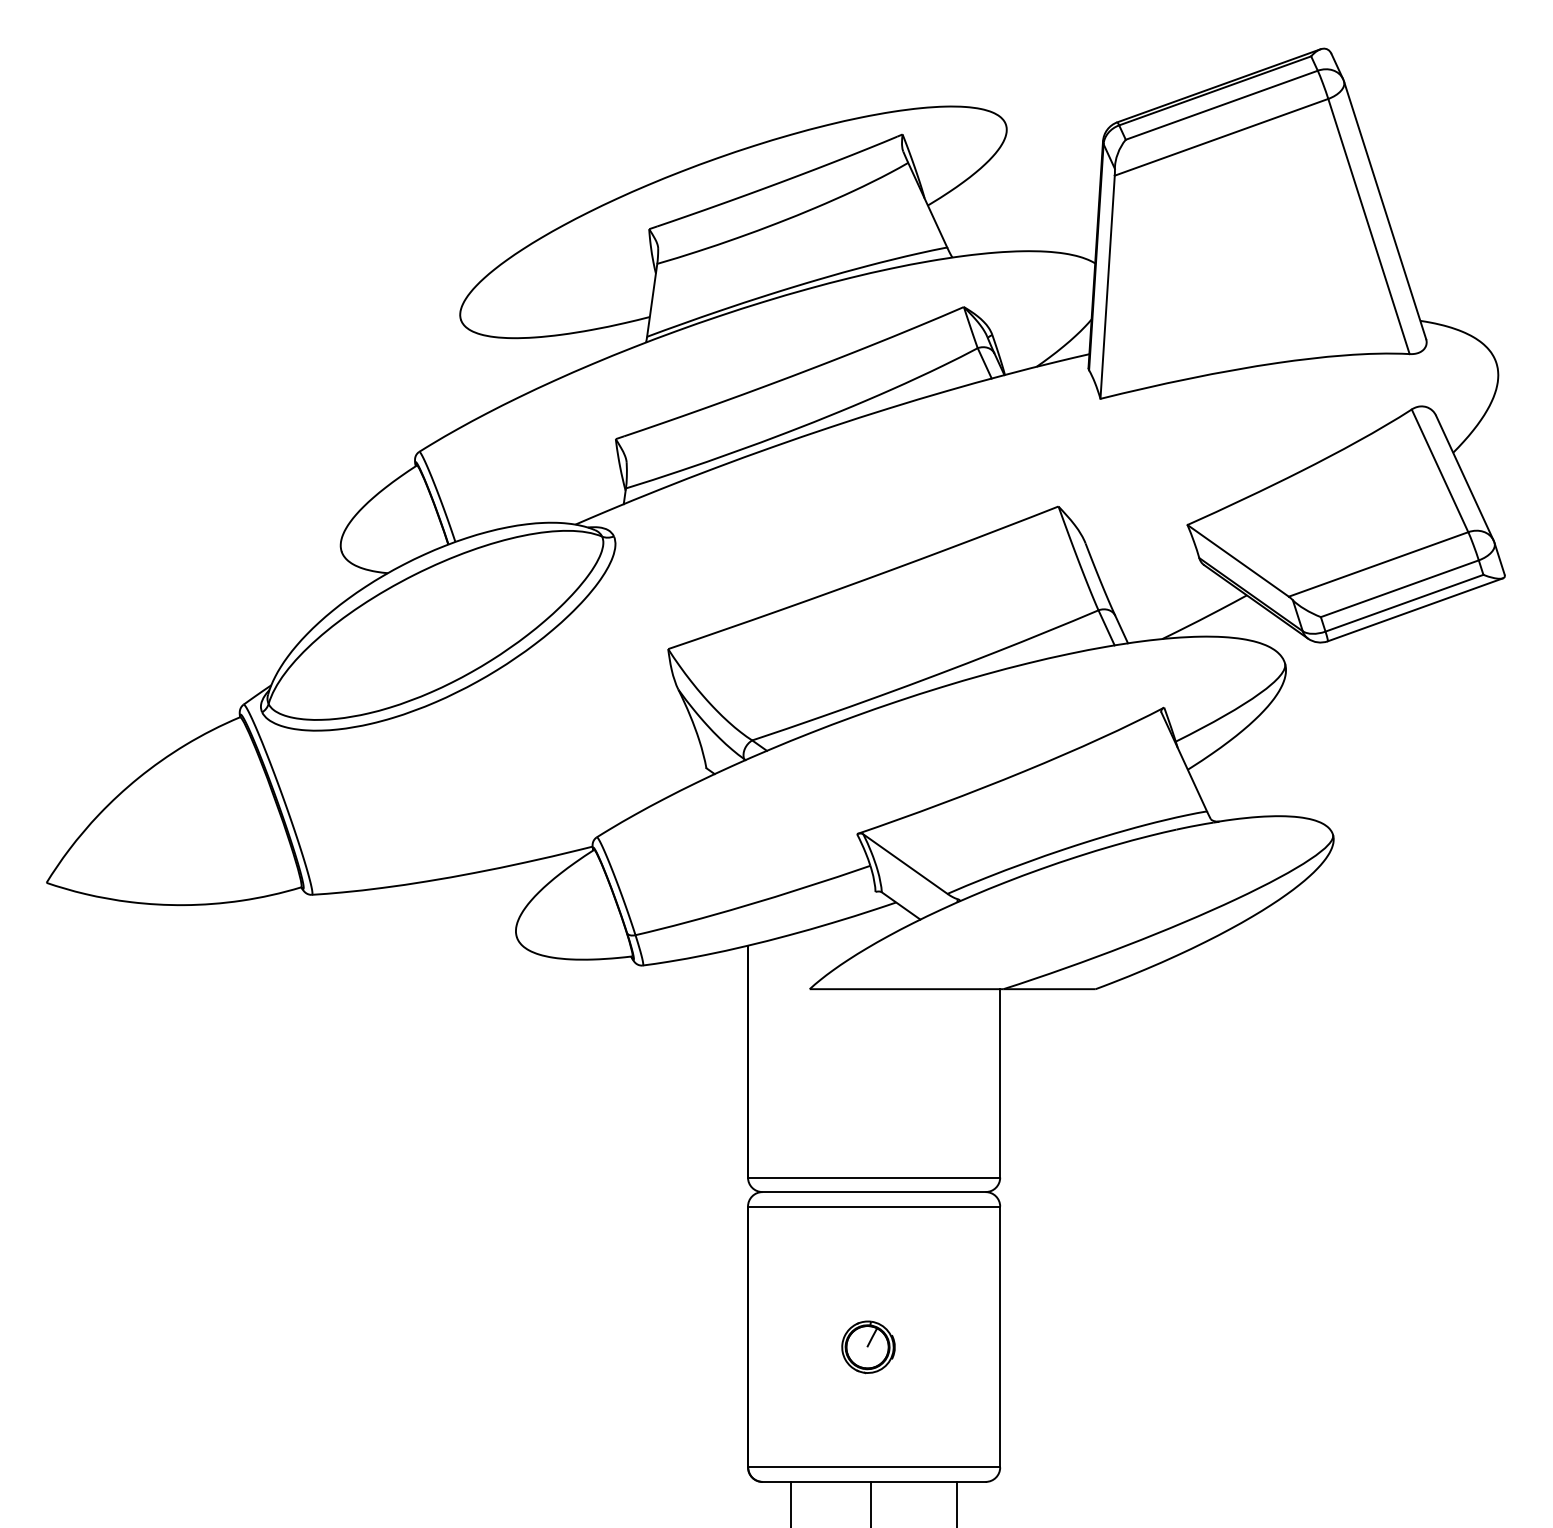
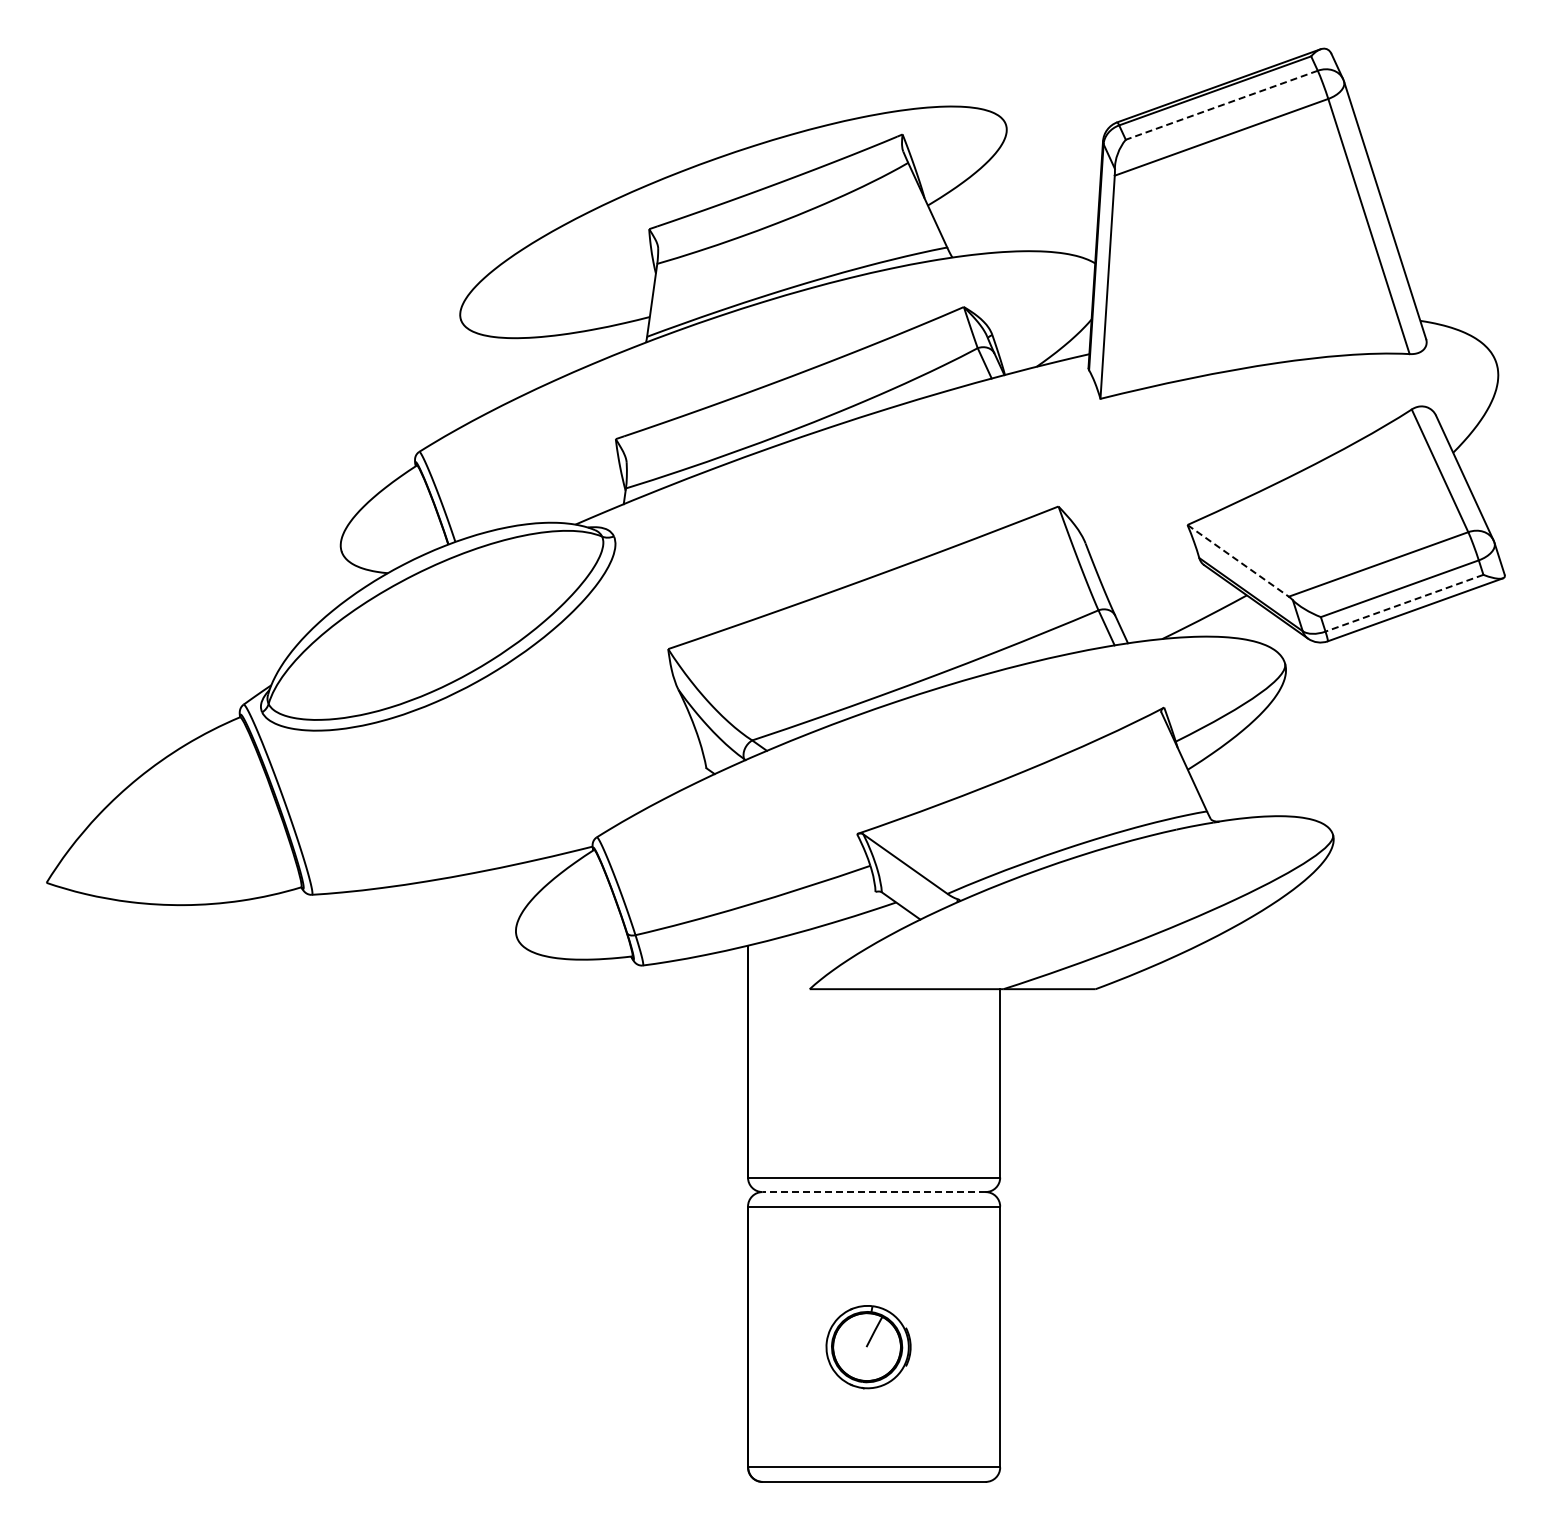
line at (1221, 105): solid -> dashed
line at (1238, 561): solid -> dashed
line at (1404, 603): solid -> dashed
line at (874, 1192): solid -> dashed
part at (868, 1347) size: 55x55 px -> 87x85 px
line at (791, 1502): present -> none
line at (870, 1502): present -> none
line at (956, 1502): present -> none
